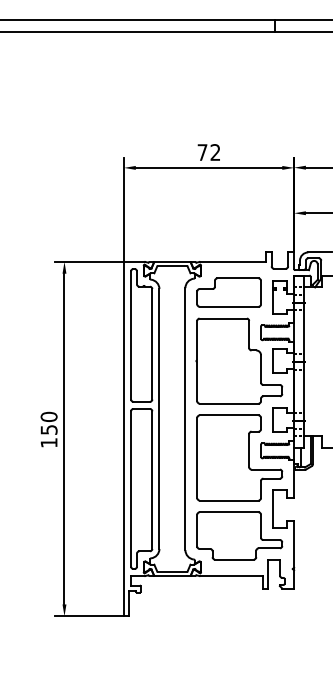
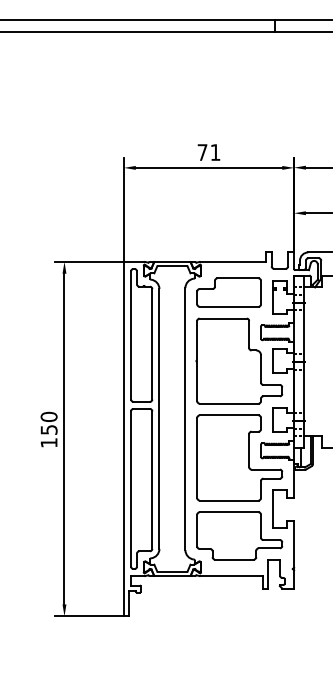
text at (215, 152): 72 -> 71
